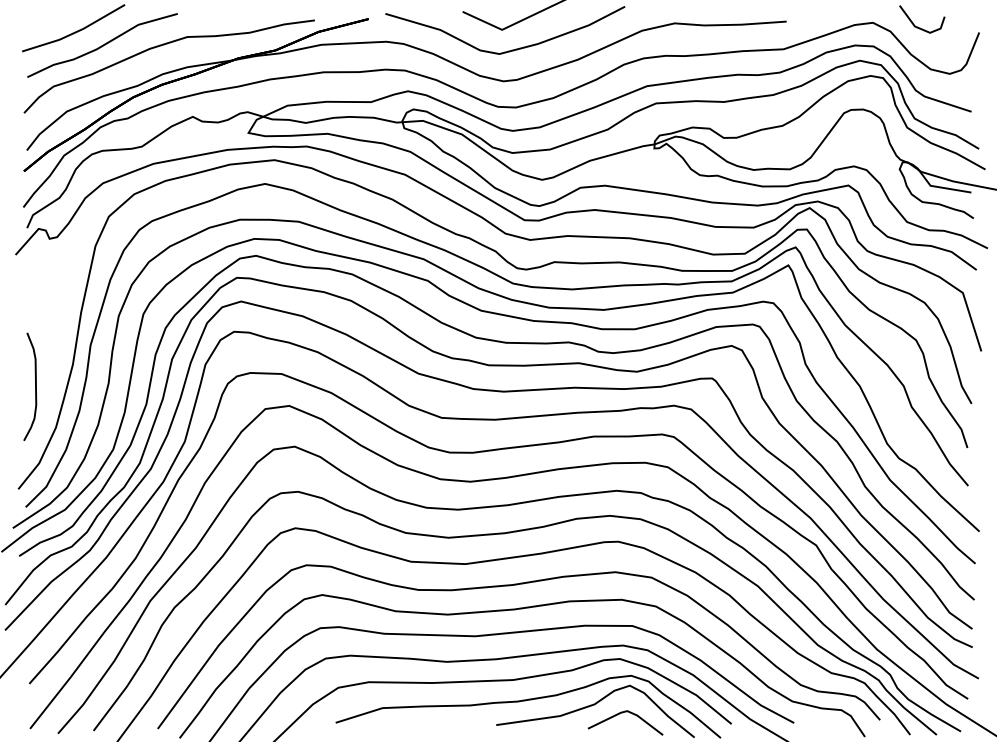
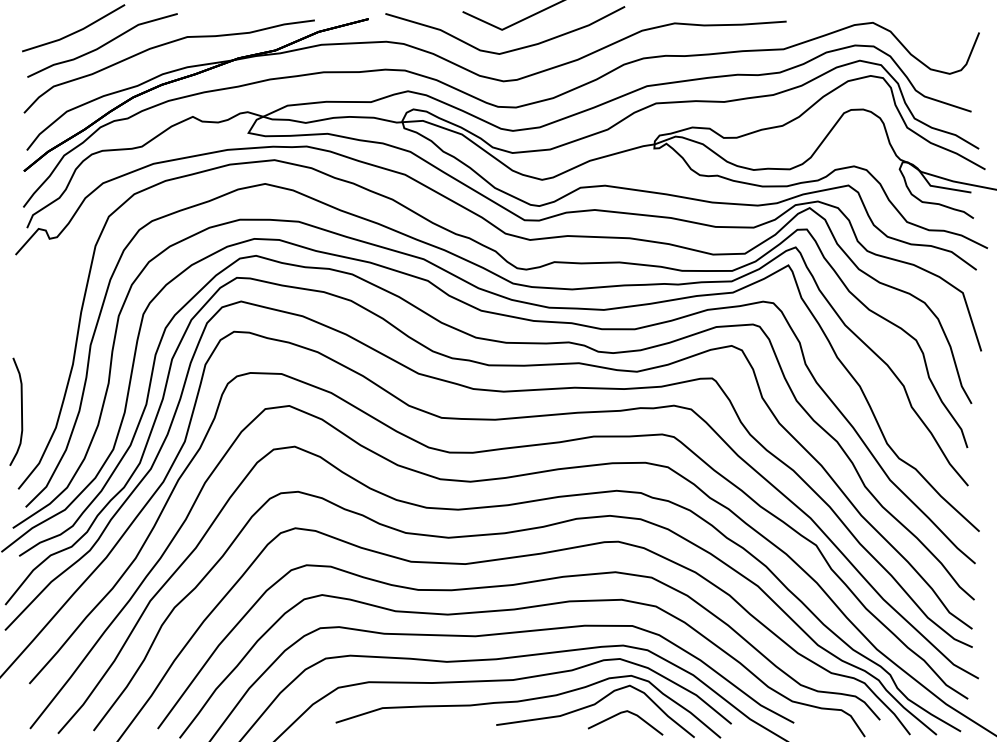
line at (920, 27): present -> none
curve at (35, 386) position: (35, 386) -> (21, 411)
